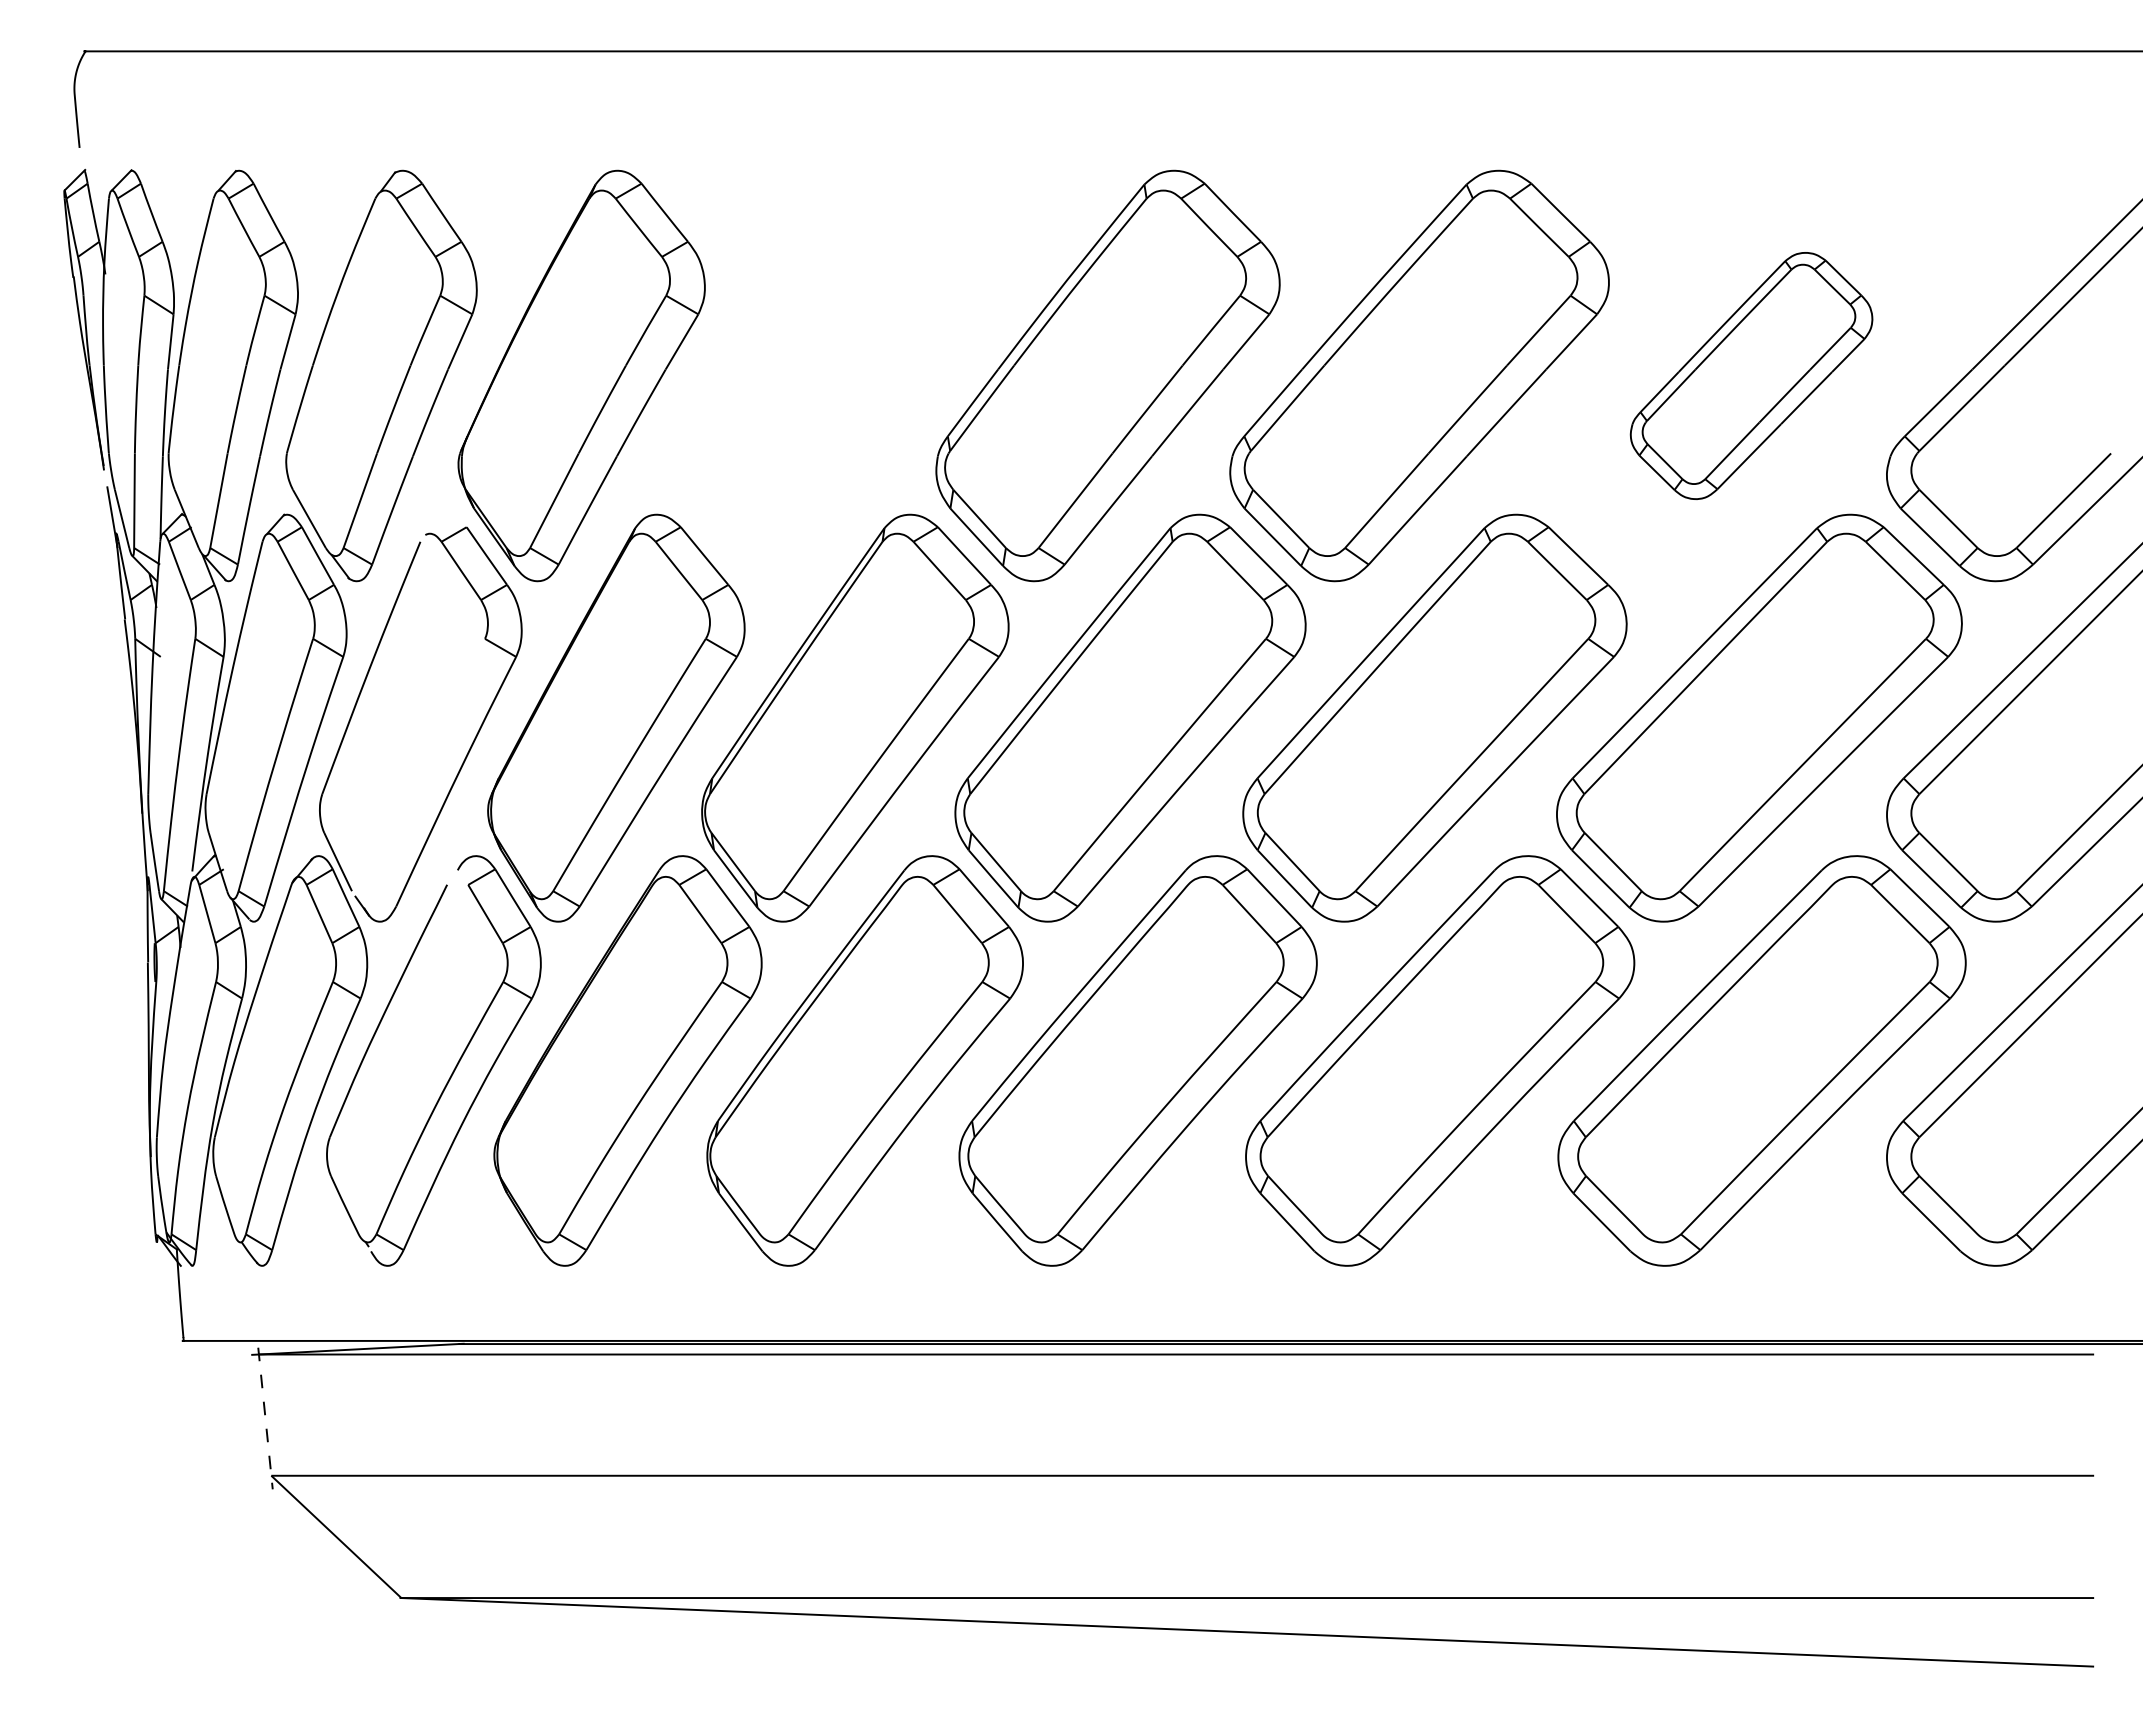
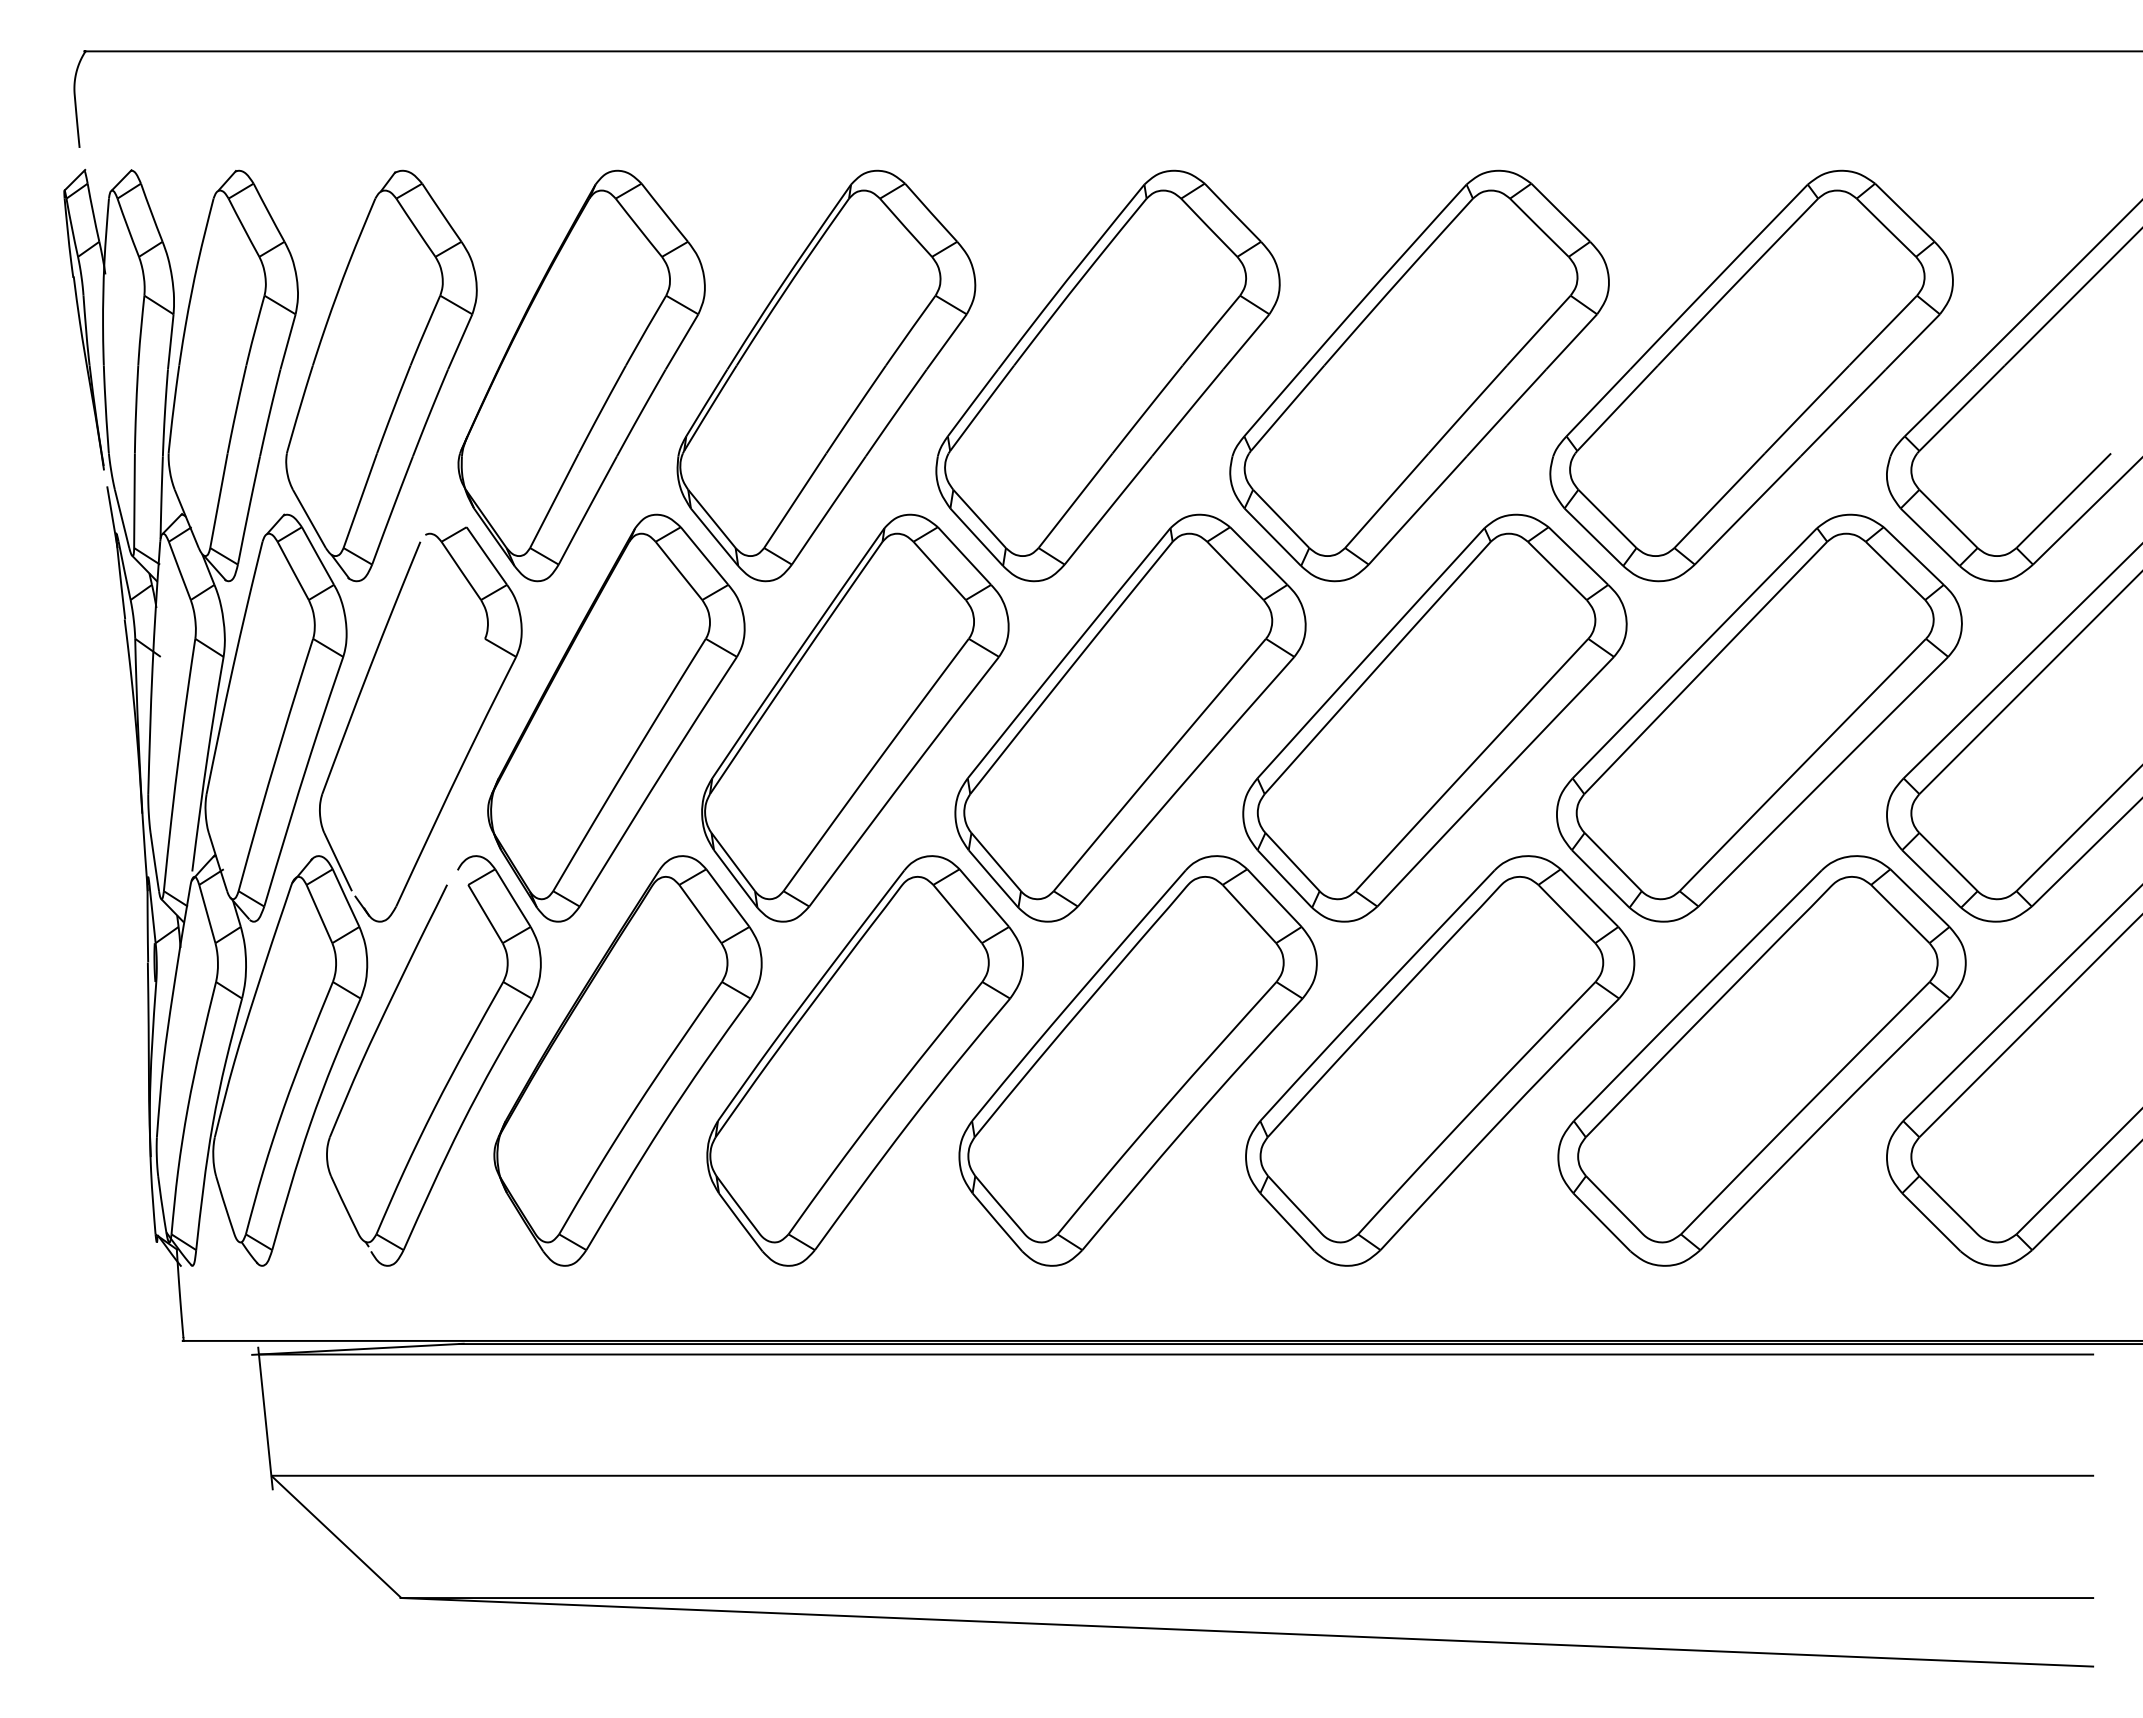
part at (826, 375): none -> present
part at (1751, 375) size: 245x248 px -> 405x414 px
line at (265, 1419): dashed -> solid
